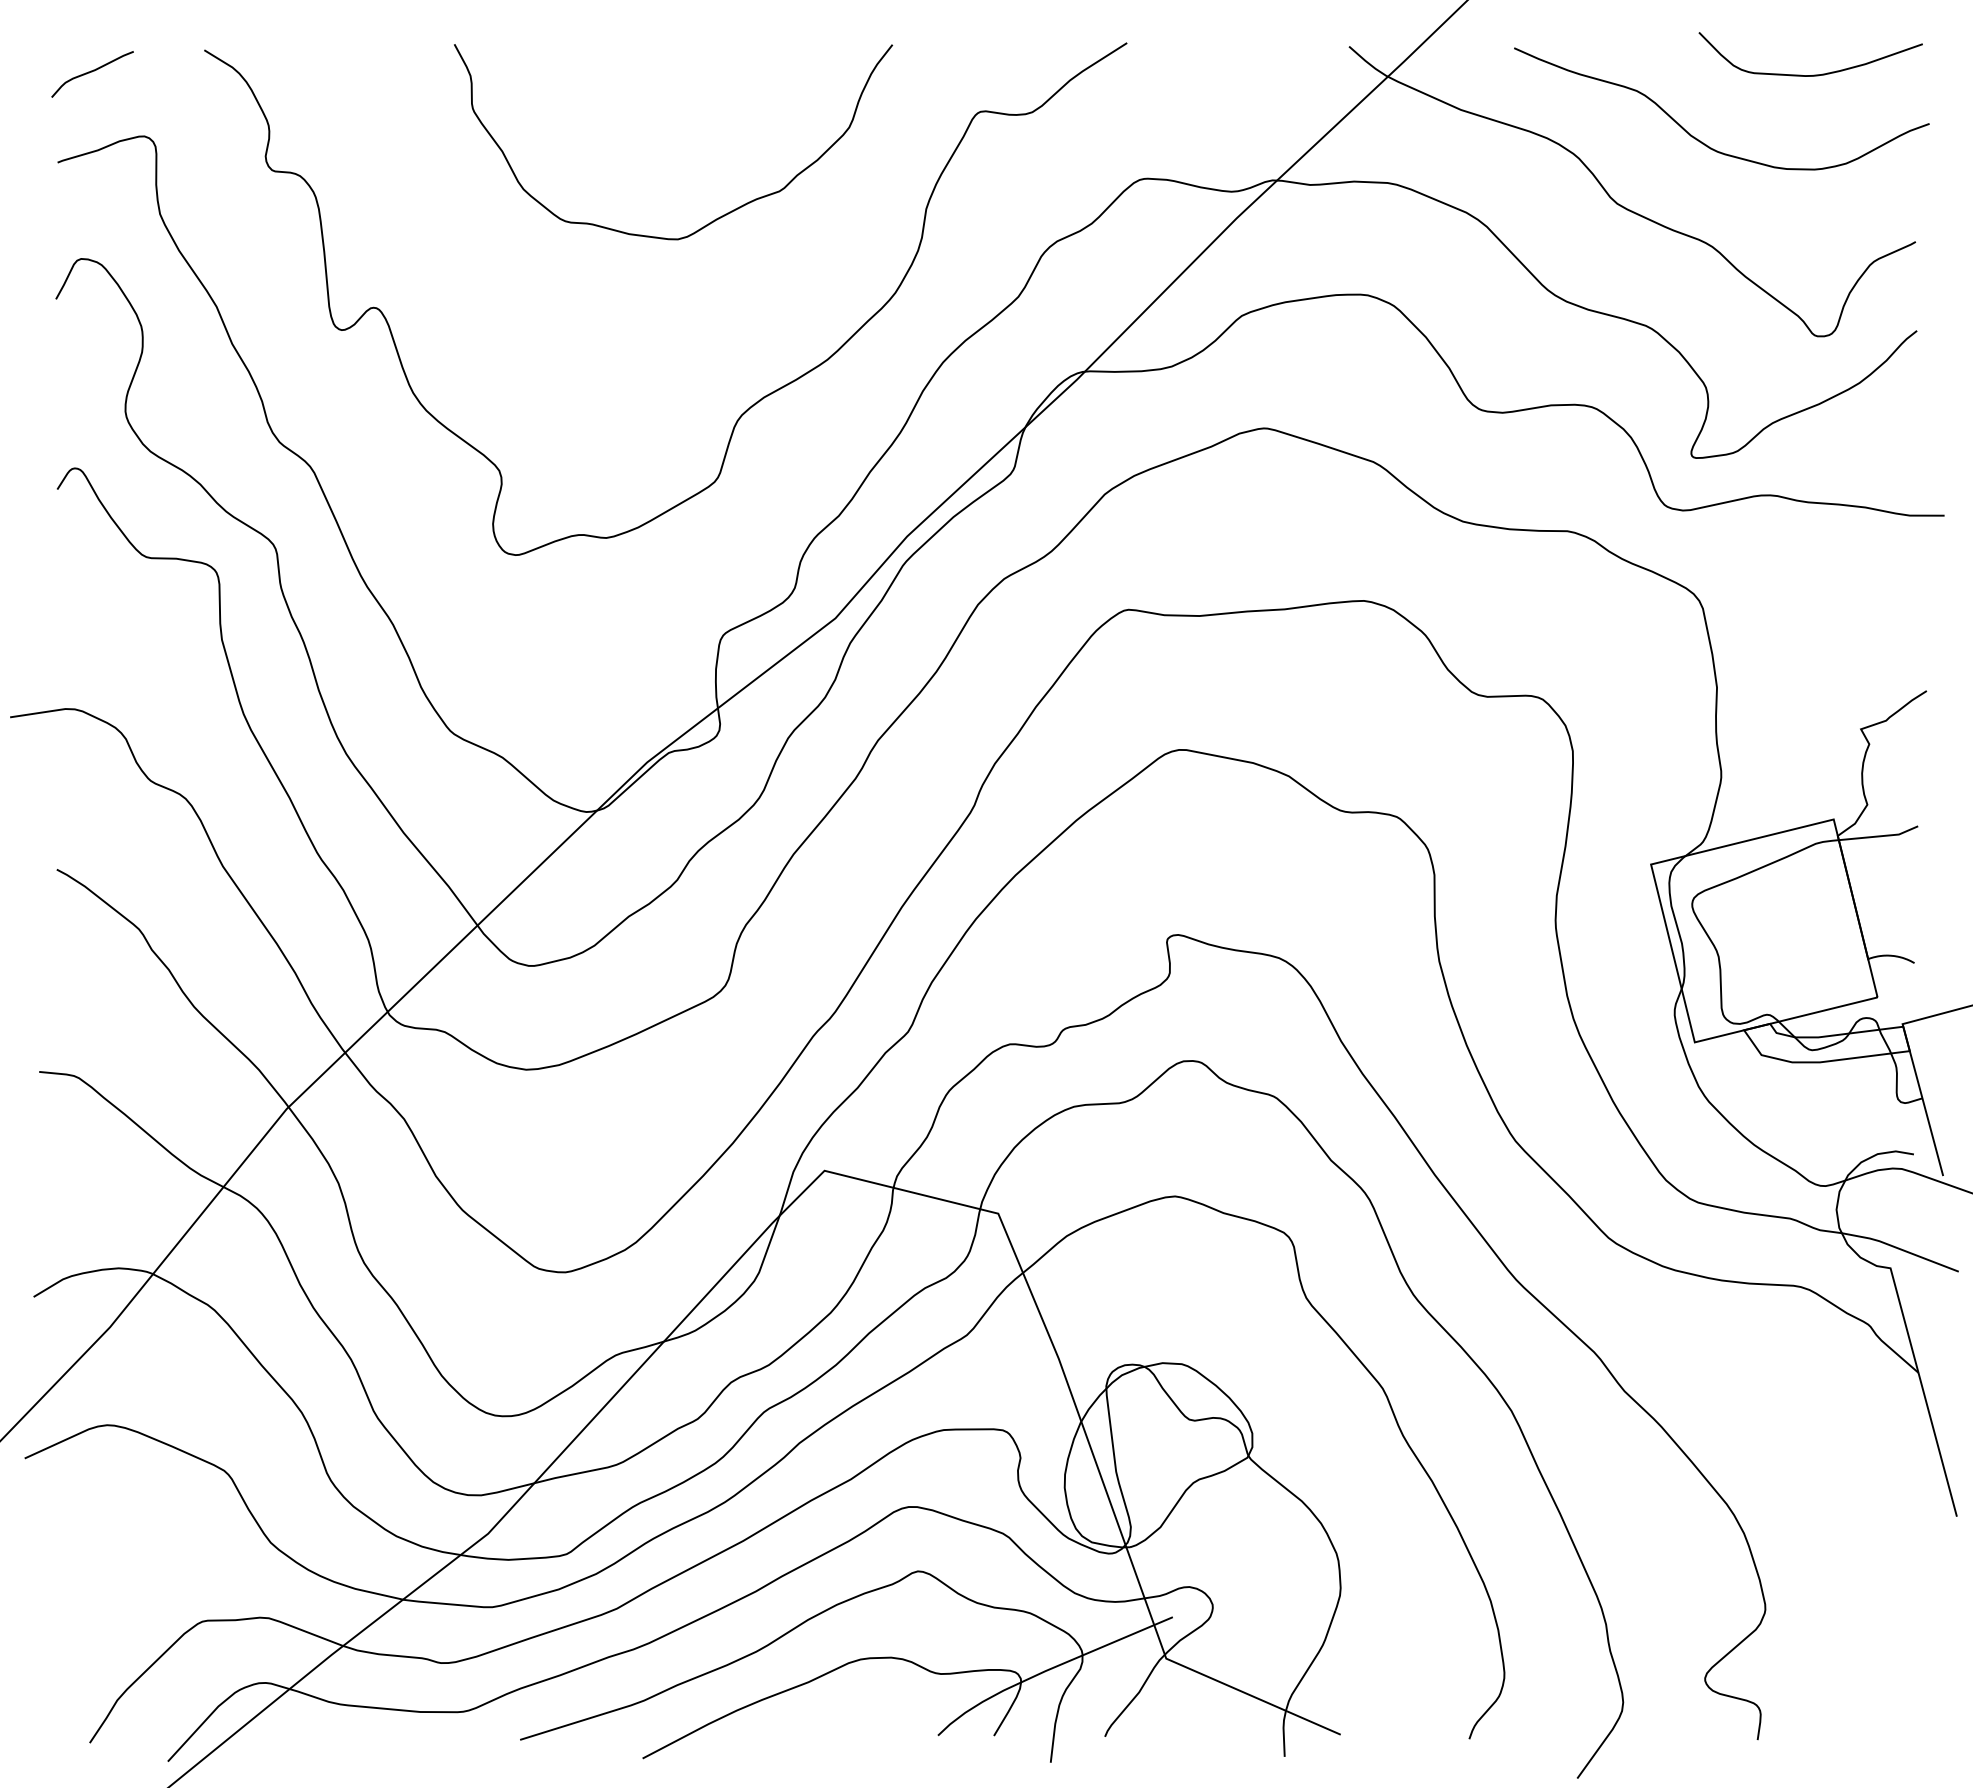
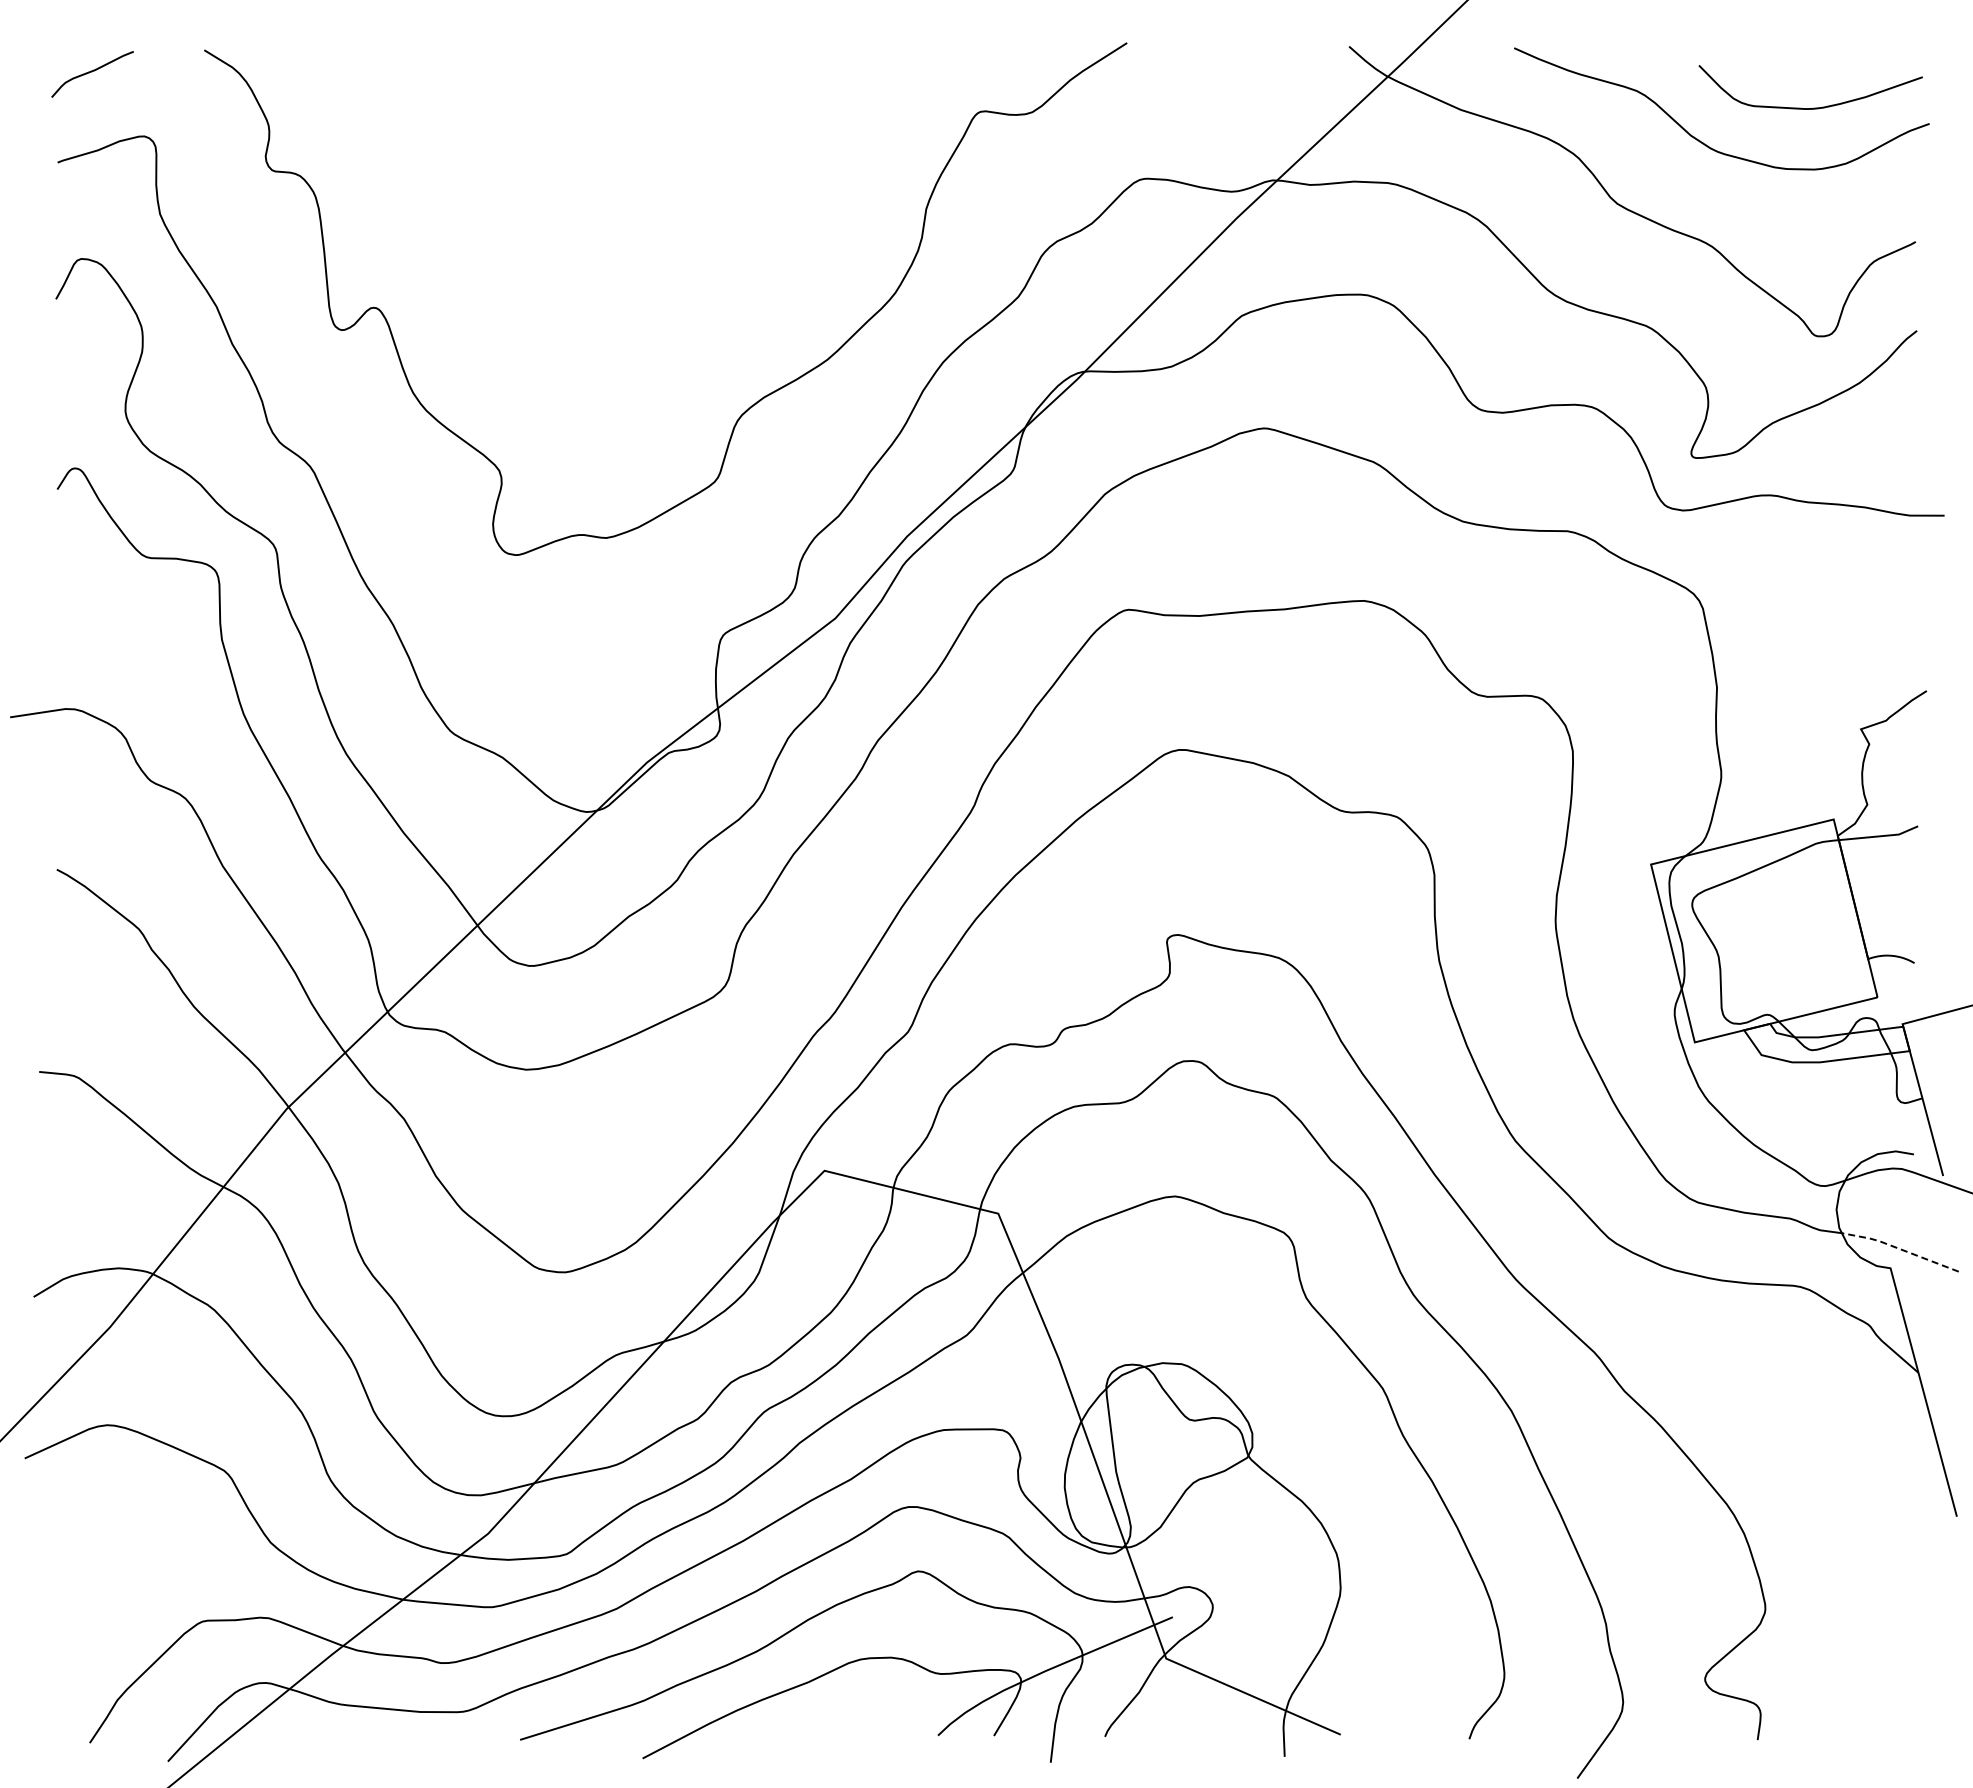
curve at (1813, 74) position: (1813, 74) -> (1813, 107)
curve at (714, 219): present -> none
line at (1899, 1249): solid -> dashed
